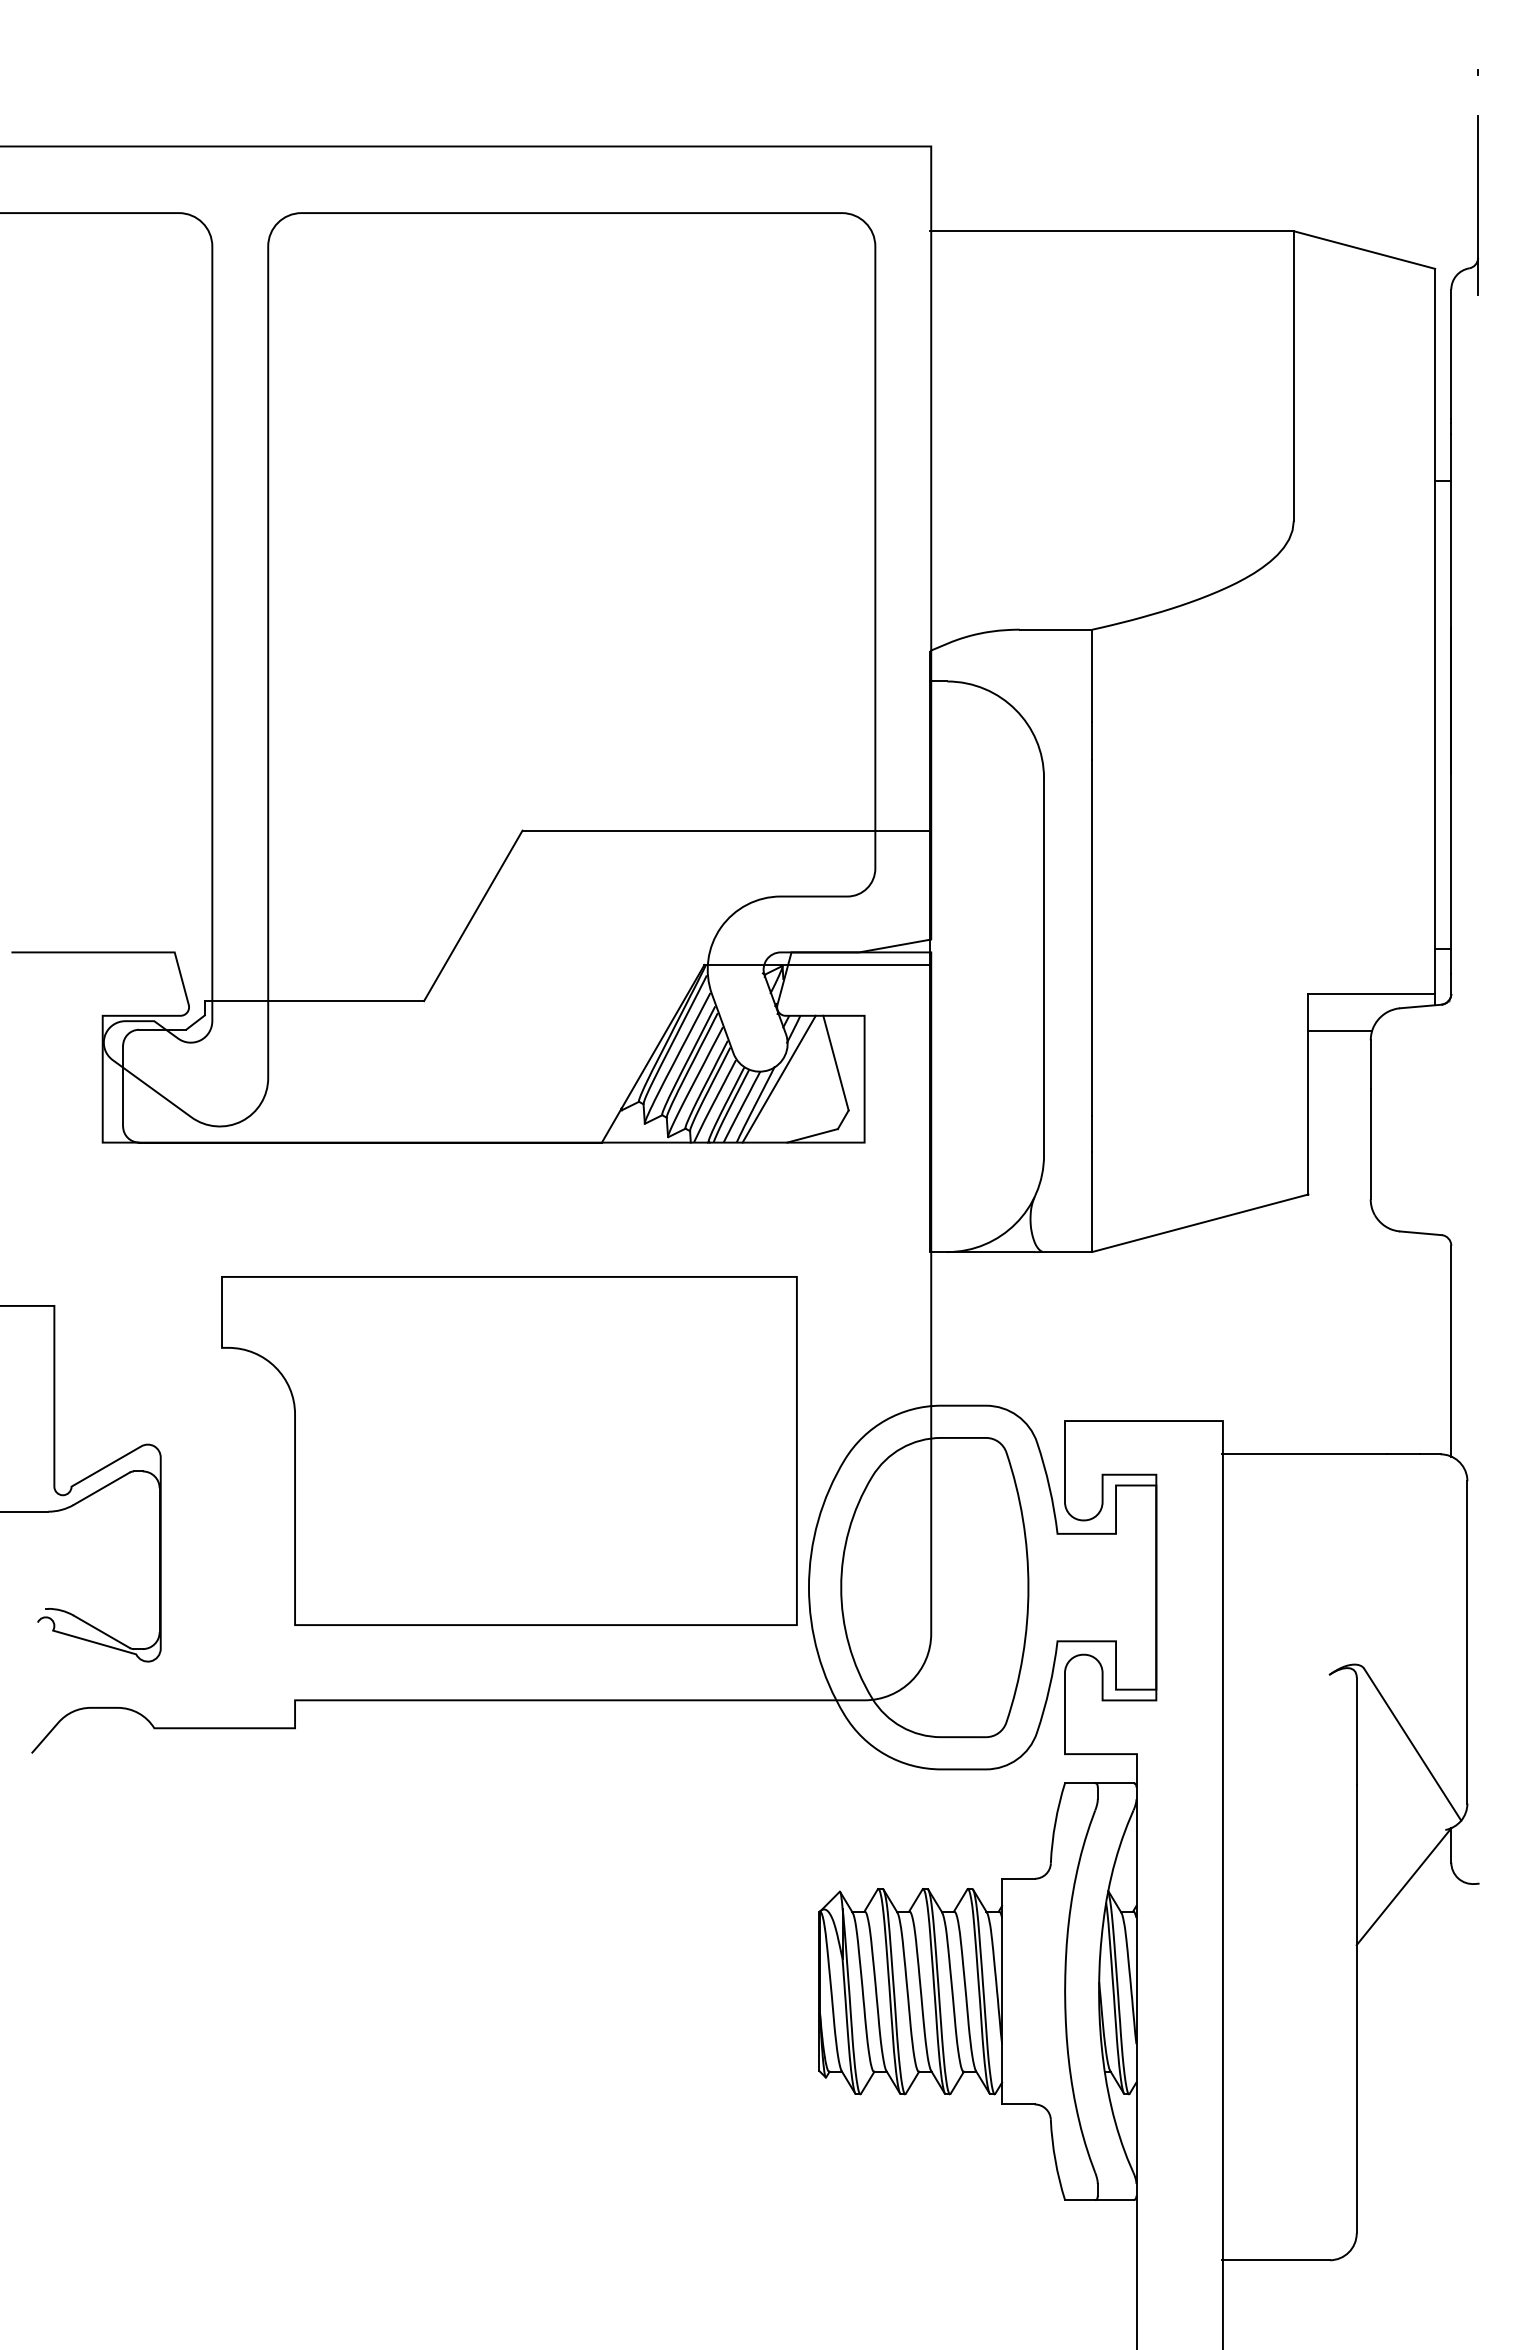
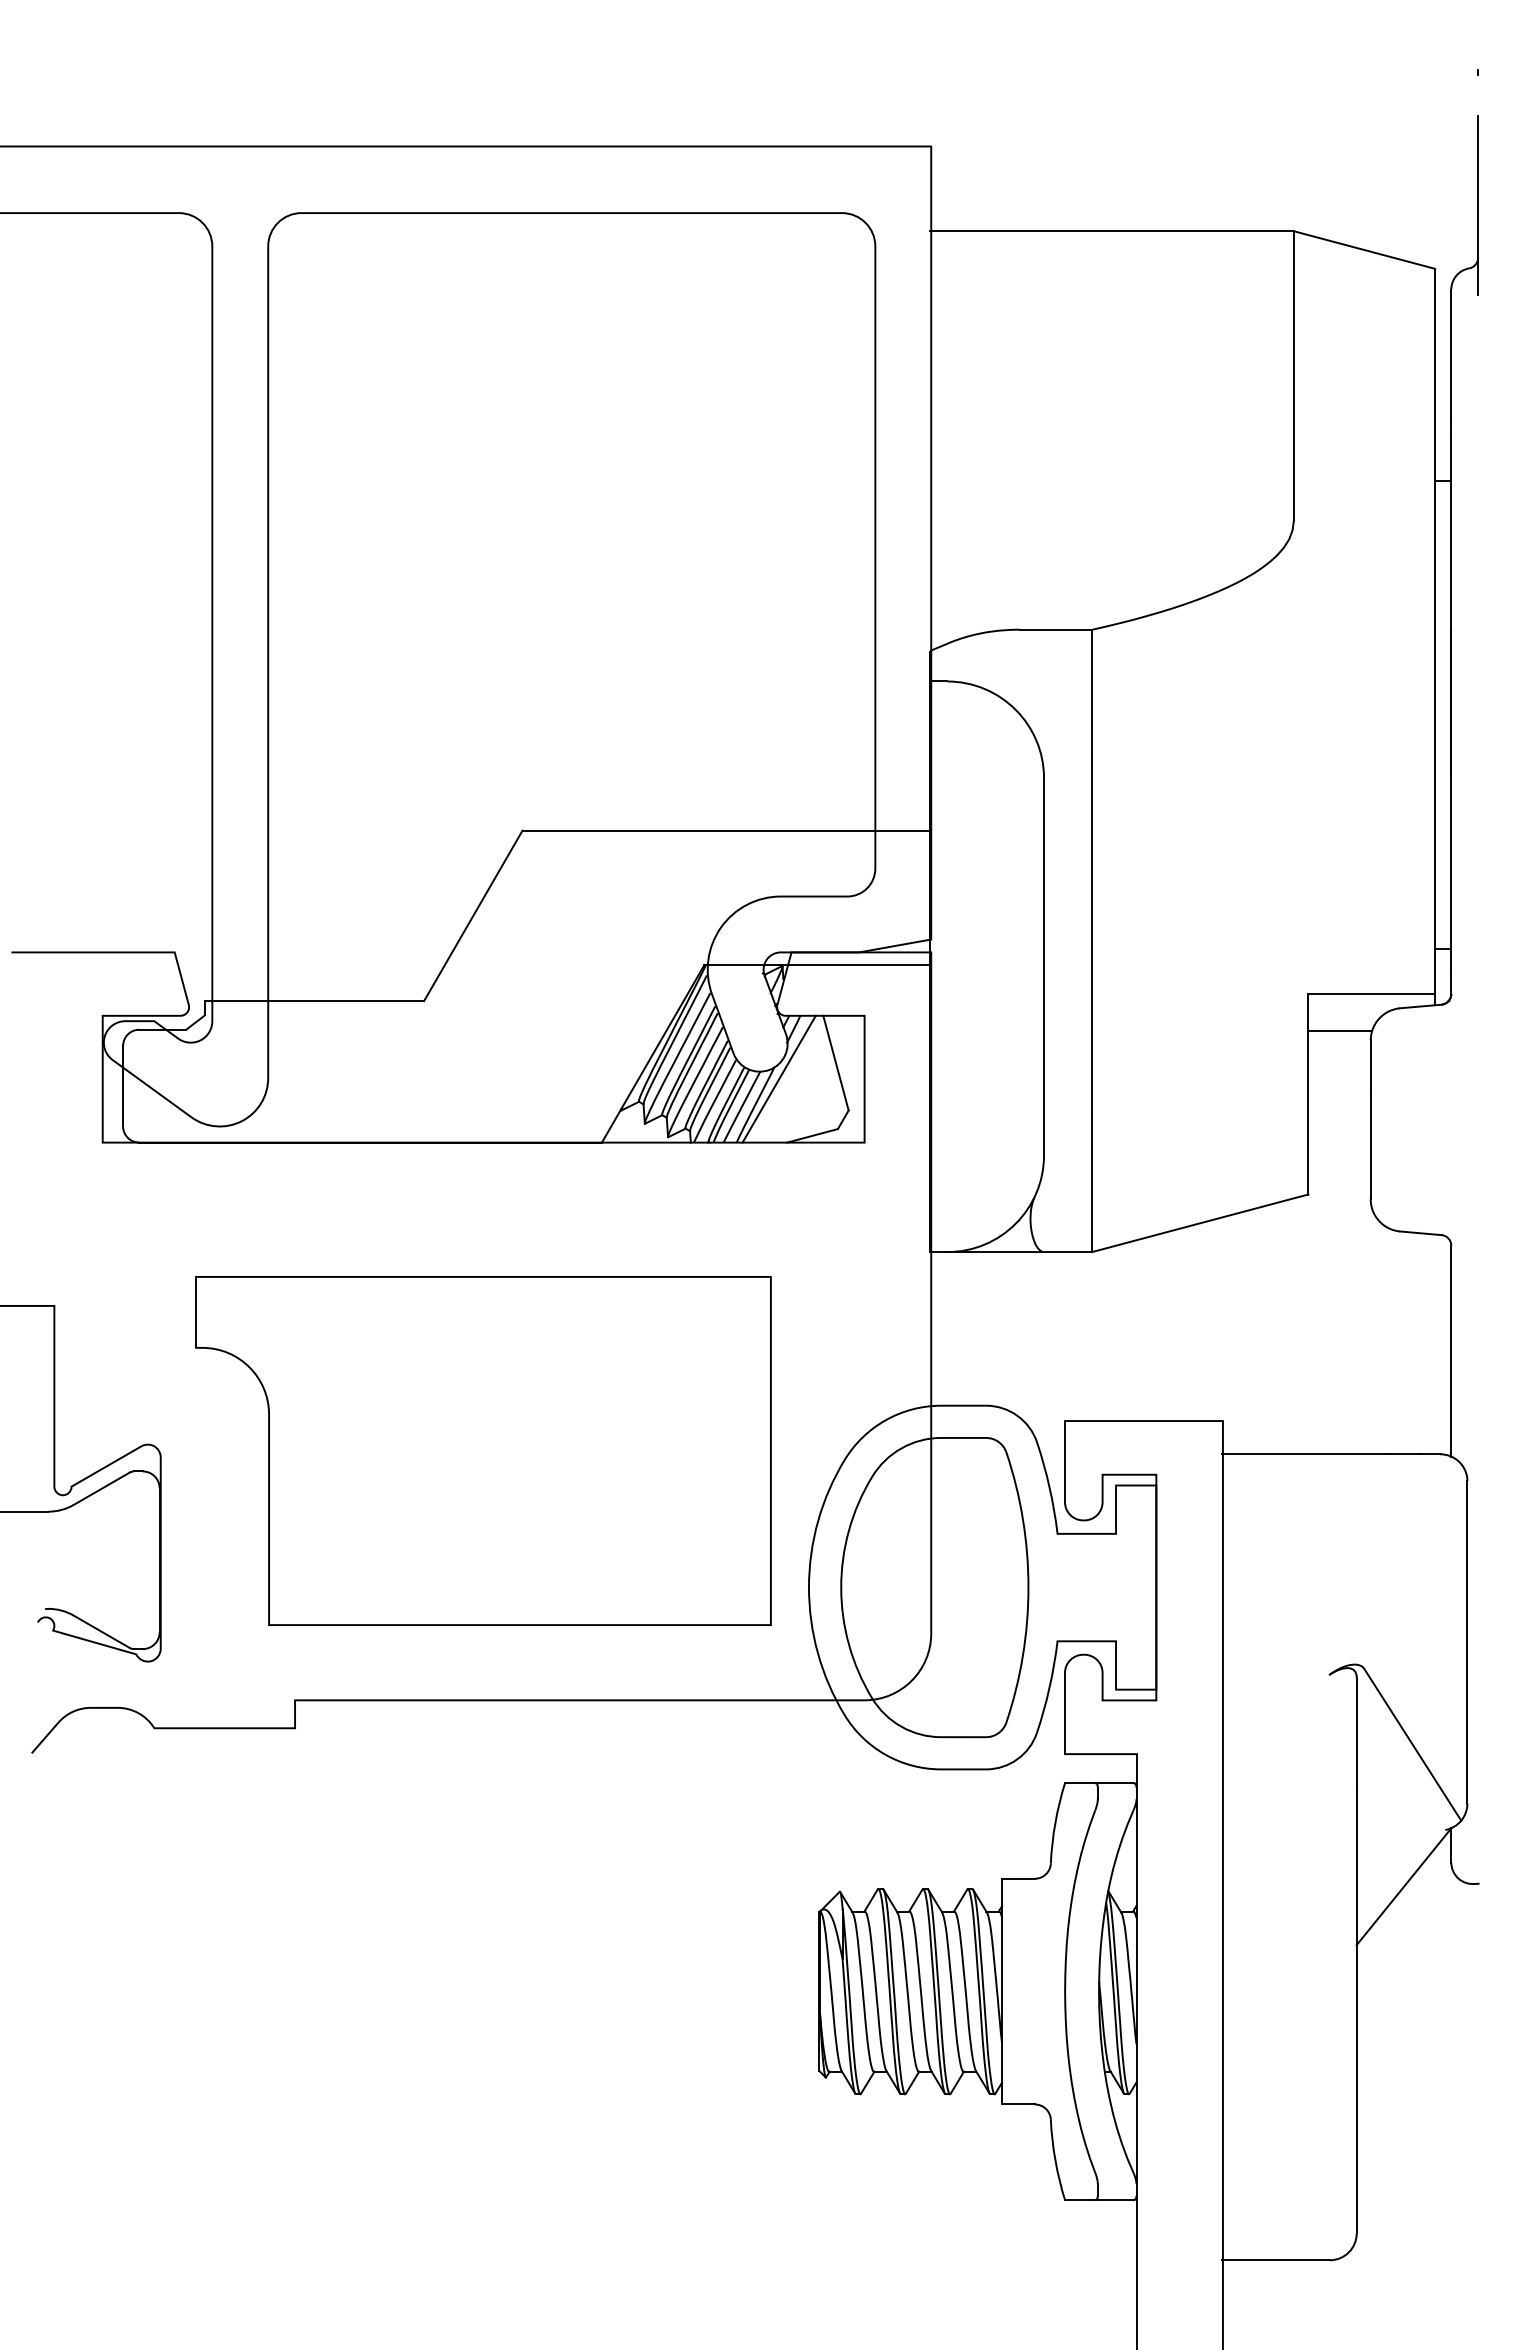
part at (509, 1450) position: (509, 1450) -> (483, 1450)
